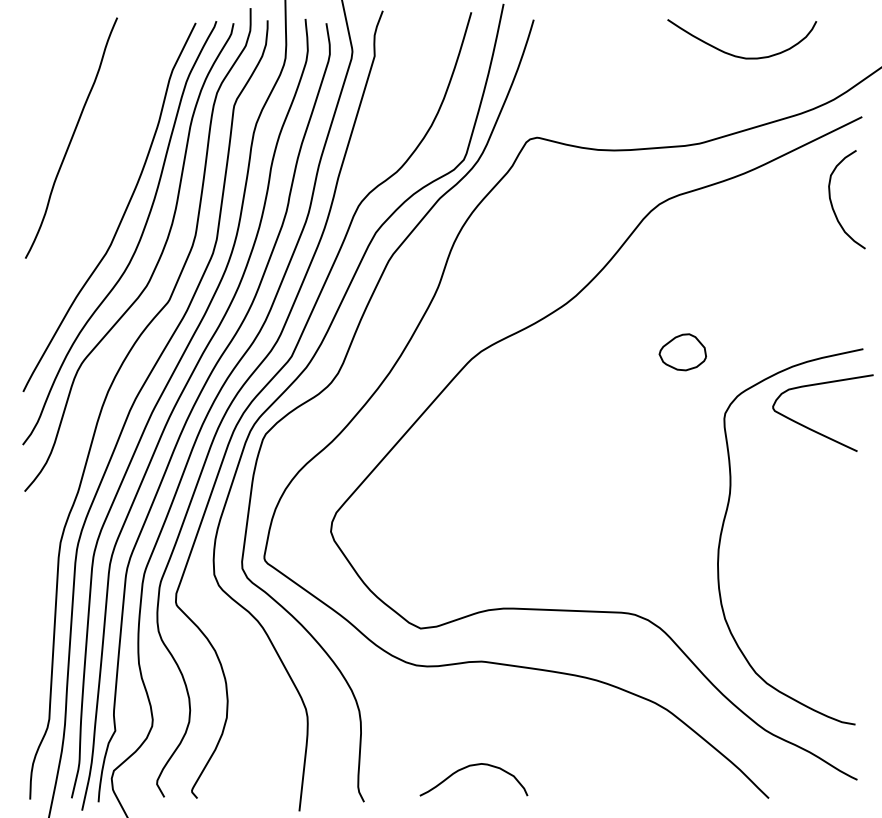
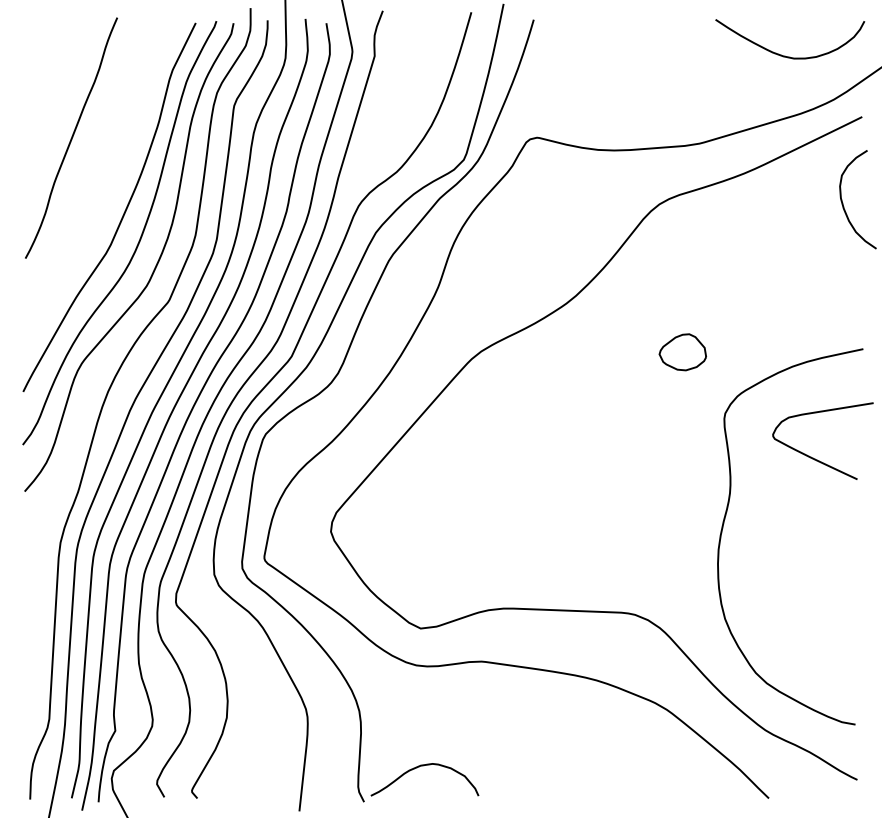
curve at (737, 55) position: (737, 55) -> (785, 55)
curve at (832, 203) position: (832, 203) -> (843, 203)
curve at (813, 429) position: (813, 429) -> (813, 457)
curve at (468, 767) position: (468, 767) -> (419, 767)
